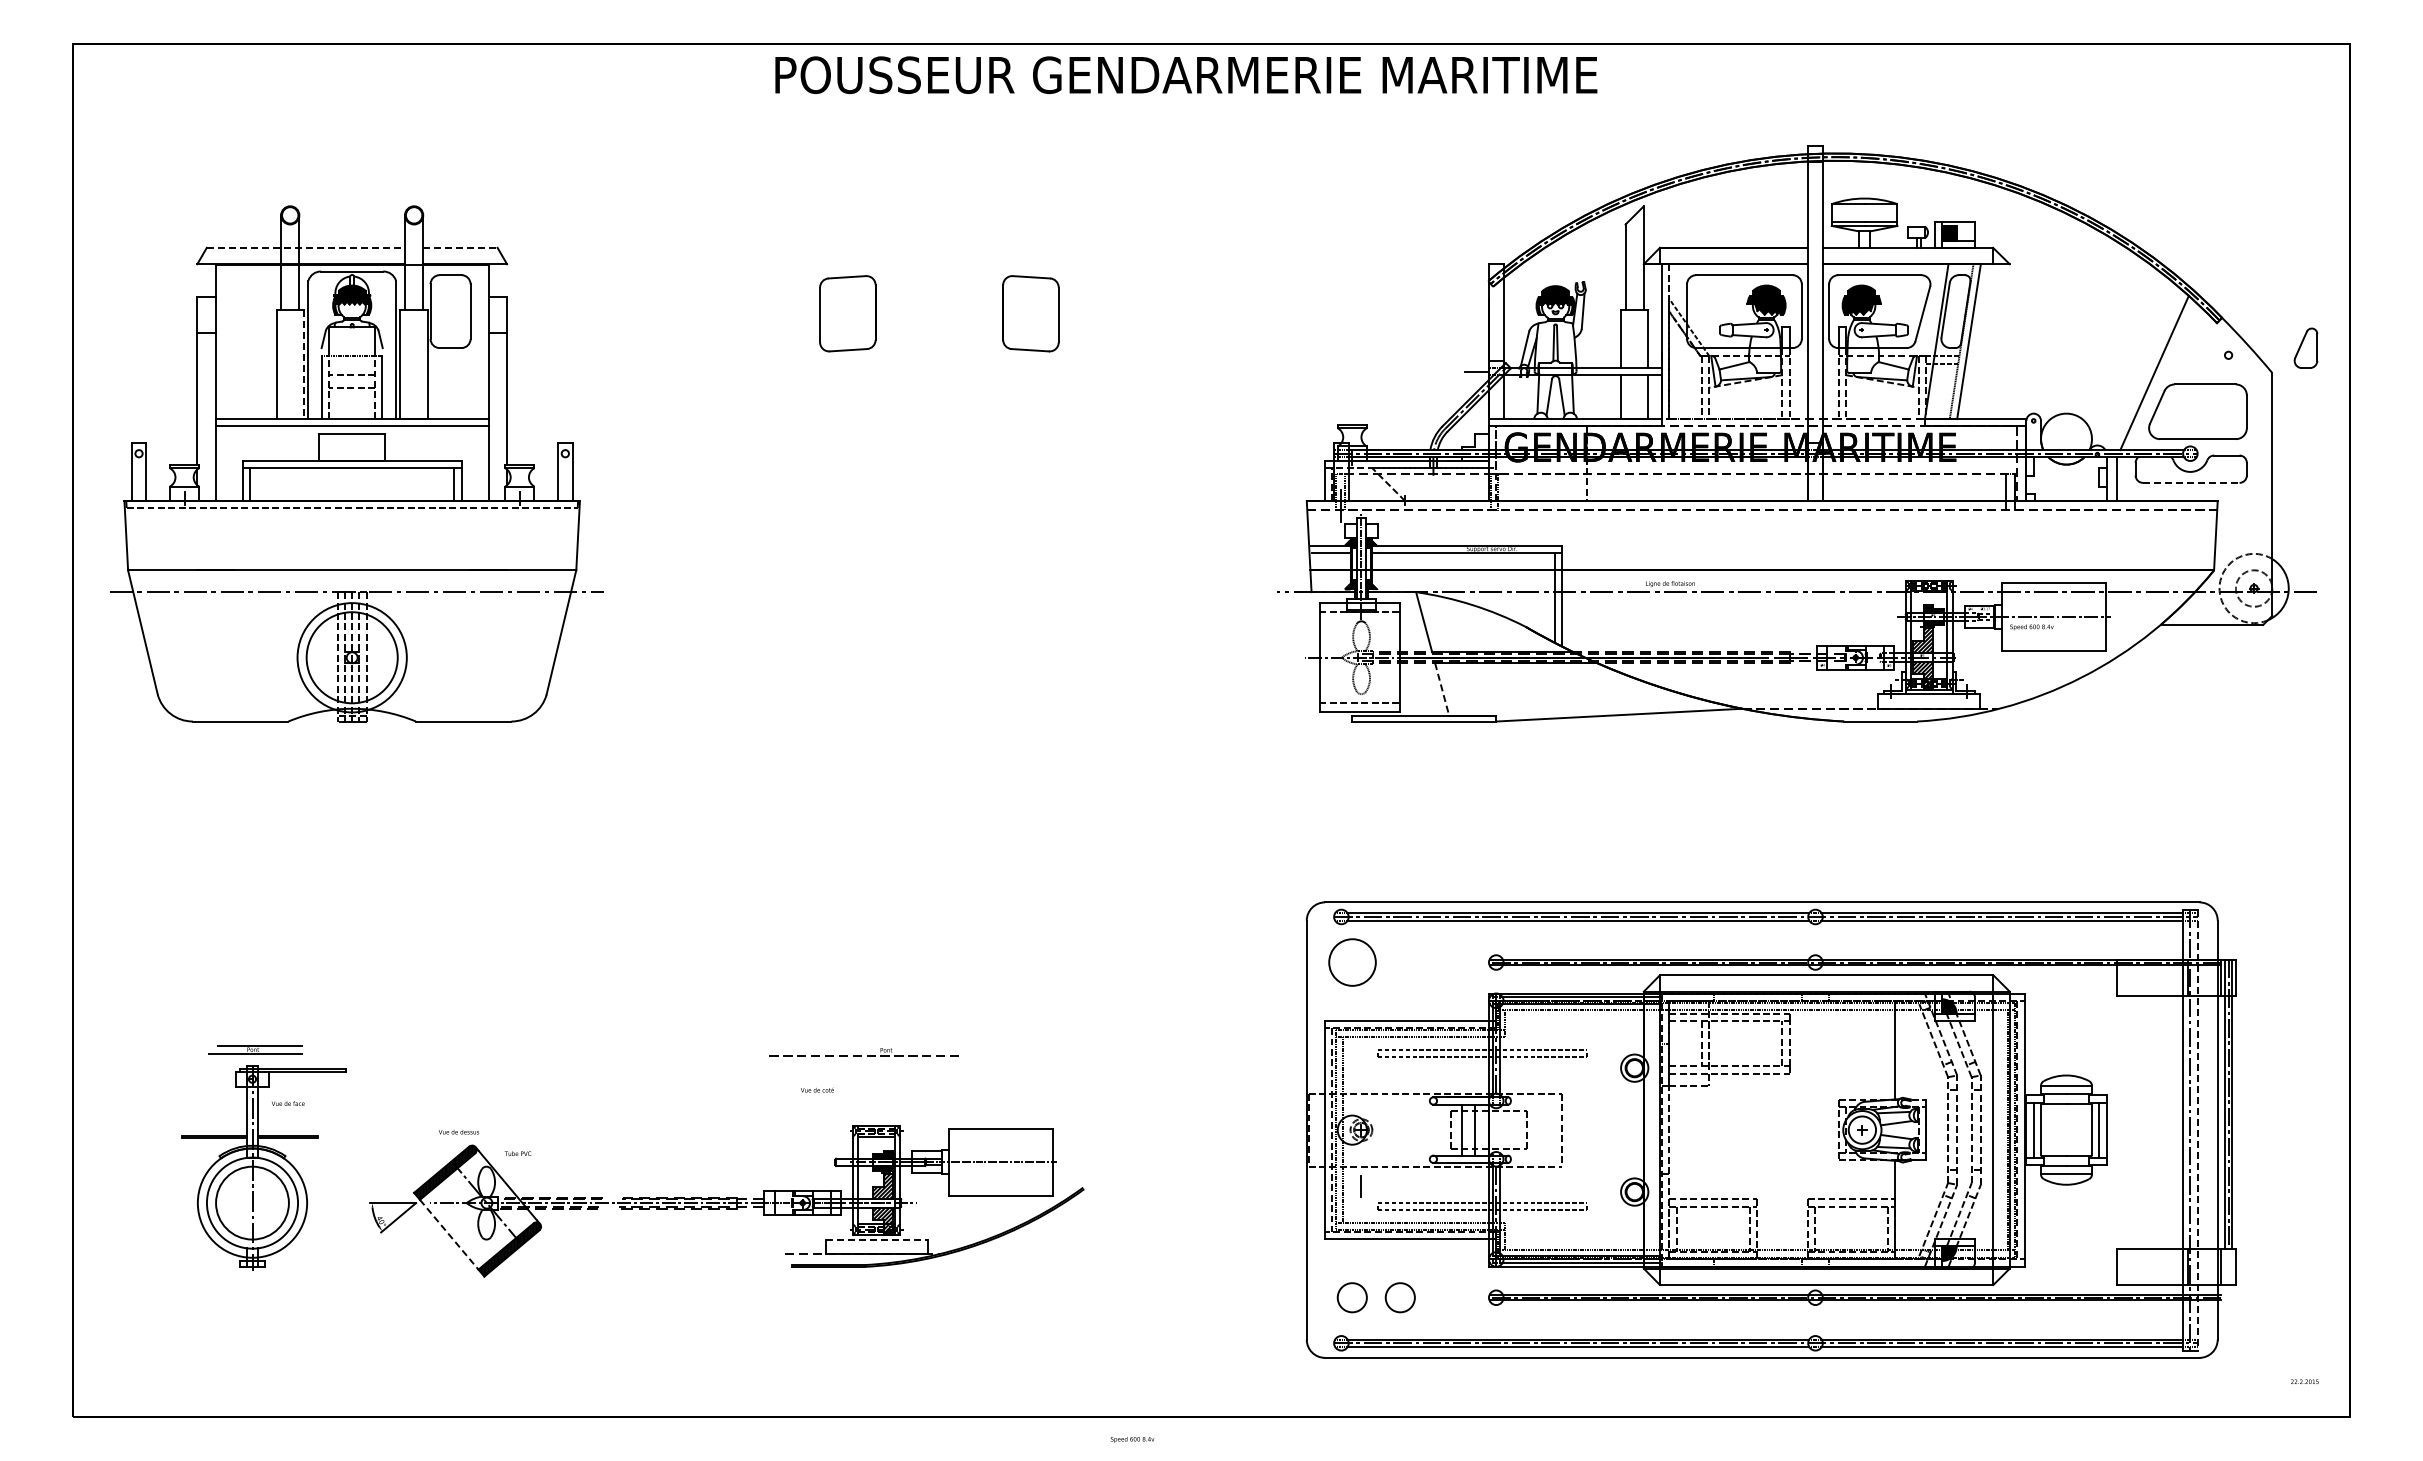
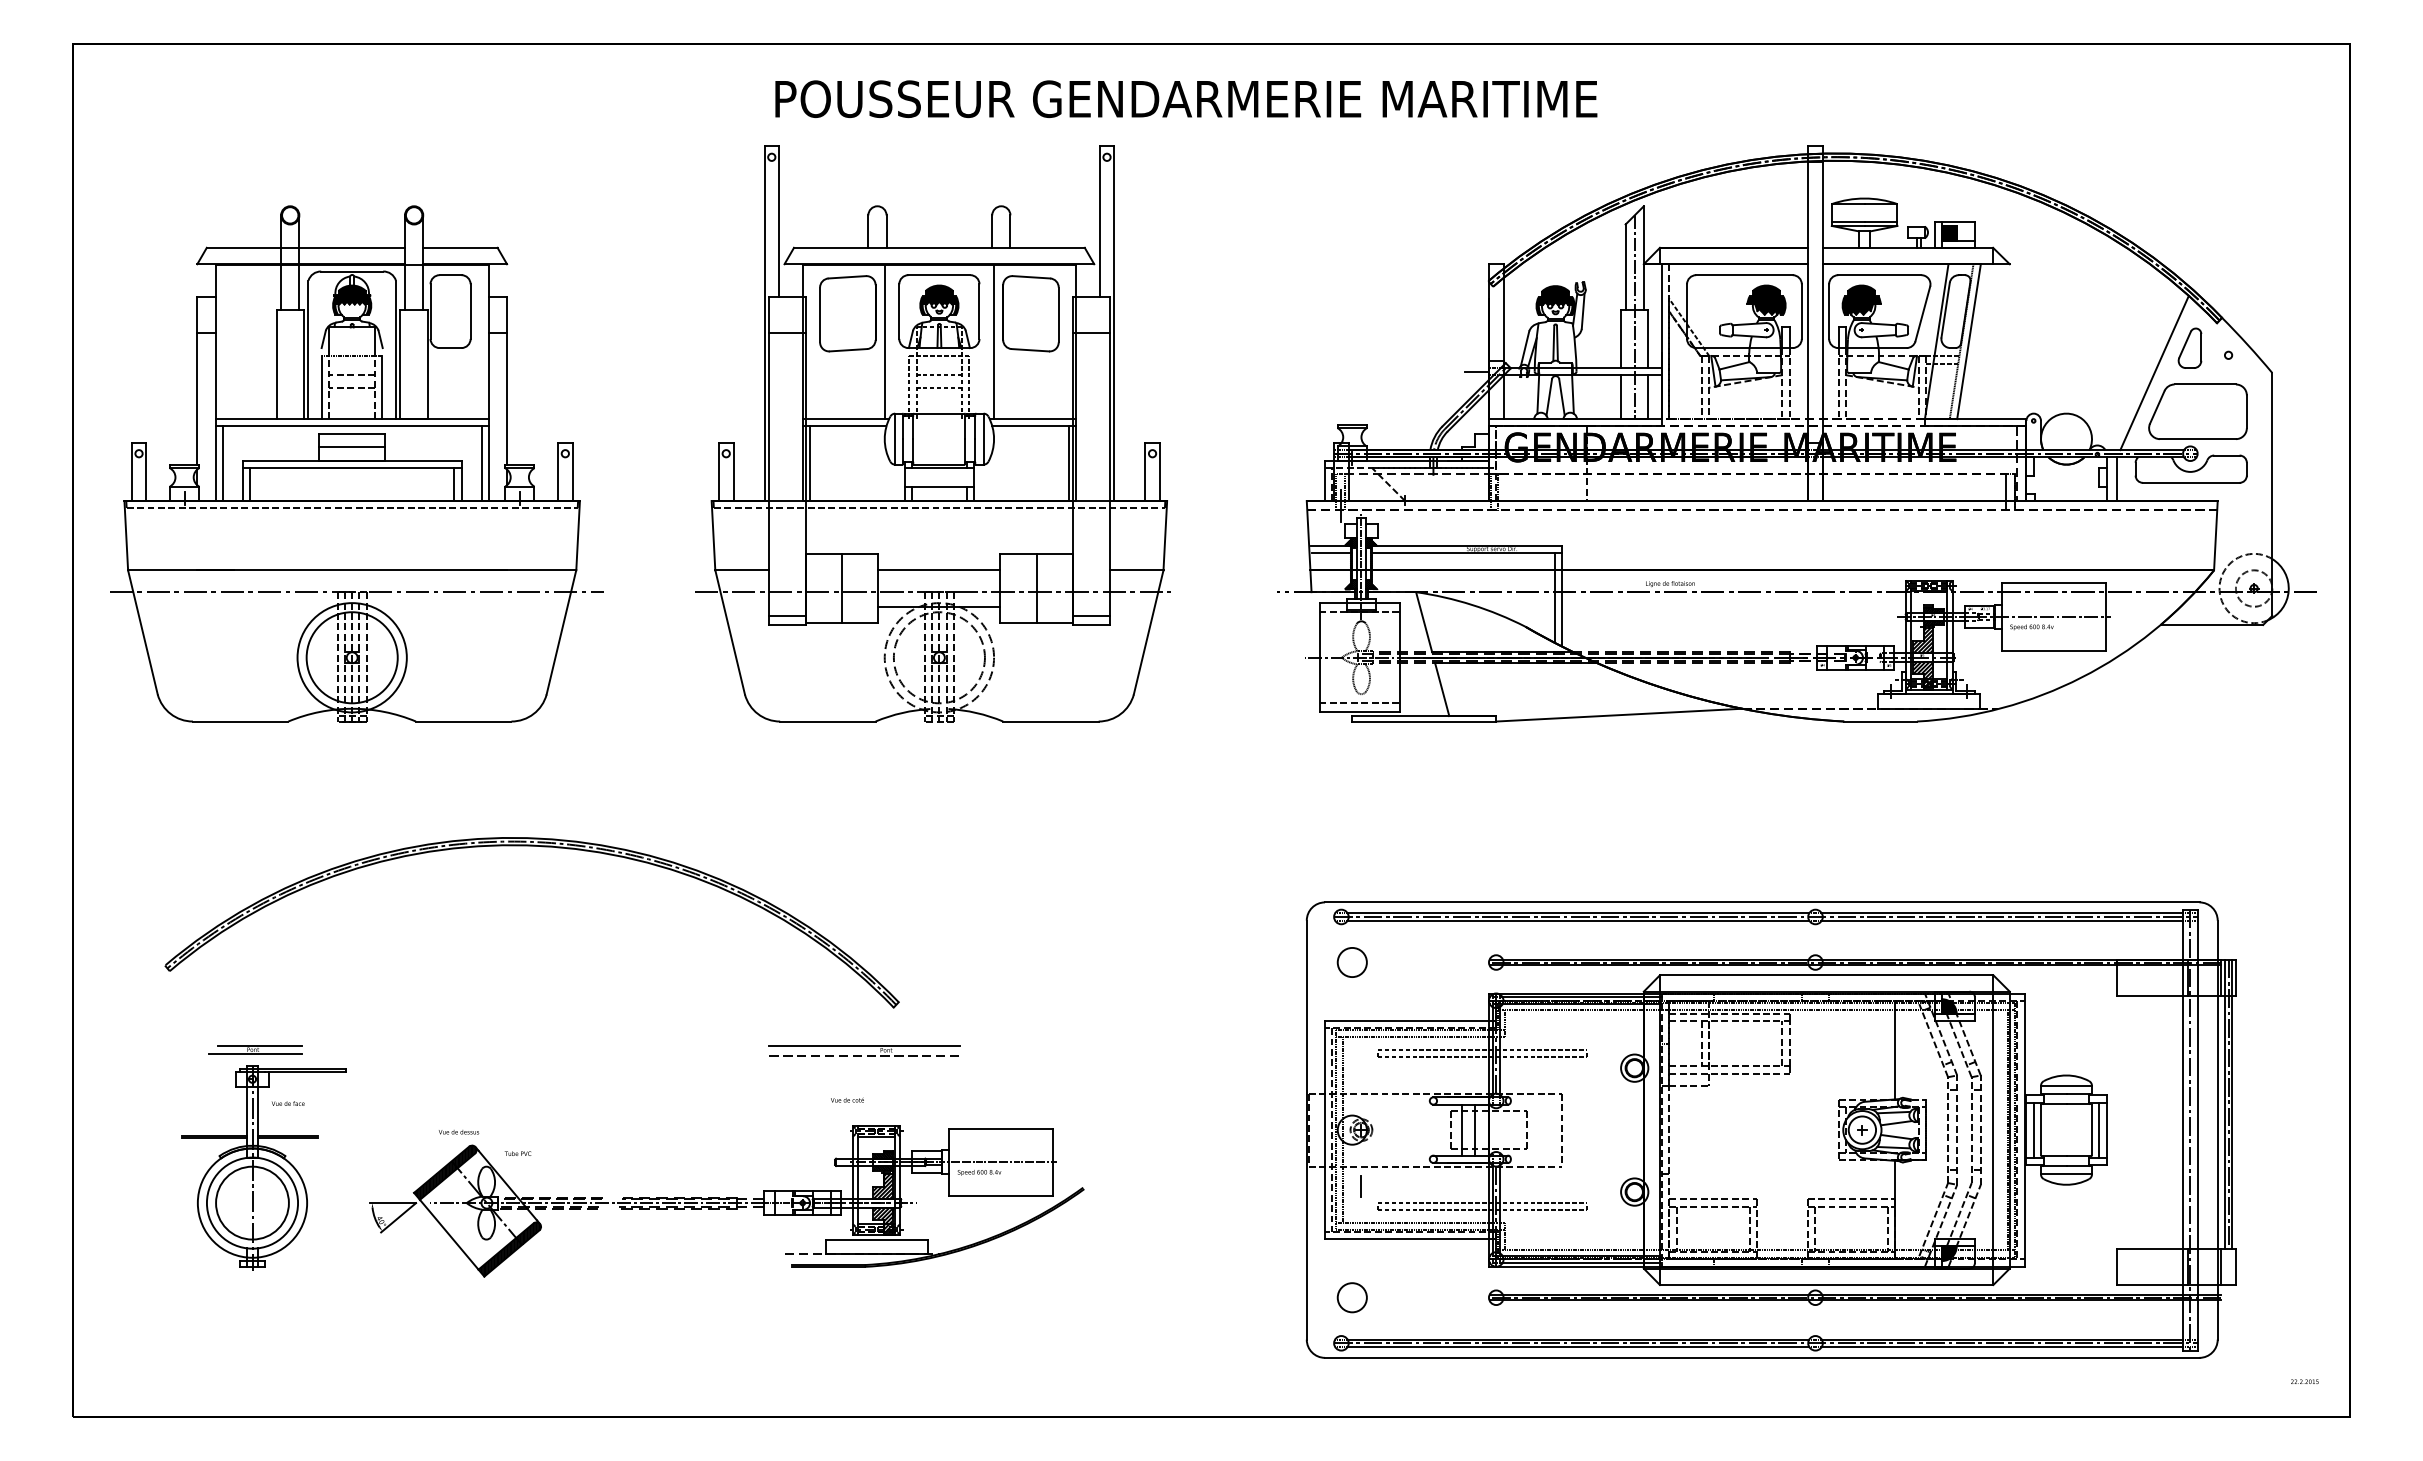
text at (1186, 74) position: (1186, 74) -> (1186, 98)
line at (306, 247): dashed -> solid
line at (460, 247): dashed -> solid
line at (1634, 317): none -> present
part at (2305, 347) position: (2305, 347) -> (2189, 347)
line at (303, 364): dashed -> solid
part at (932, 433): none -> present
line at (351, 447): none -> present
line at (222, 463): none -> present
line at (481, 463): none -> present
line at (2191, 482): dashed -> solid
line at (1442, 690): dashed -> solid
part at (542, 847): none -> present
circle at (1352, 962) size: 49x49 px -> 32x31 px
line at (864, 1046): none -> present
text at (817, 1089) position: (817, 1089) -> (847, 1099)
line at (2197, 1130): dashed -> solid
line at (449, 1234): dashed -> solid
line at (877, 1239): dashed -> solid
circle at (1399, 1297): present -> none
text at (1132, 1439) position: (1132, 1439) -> (979, 1172)
